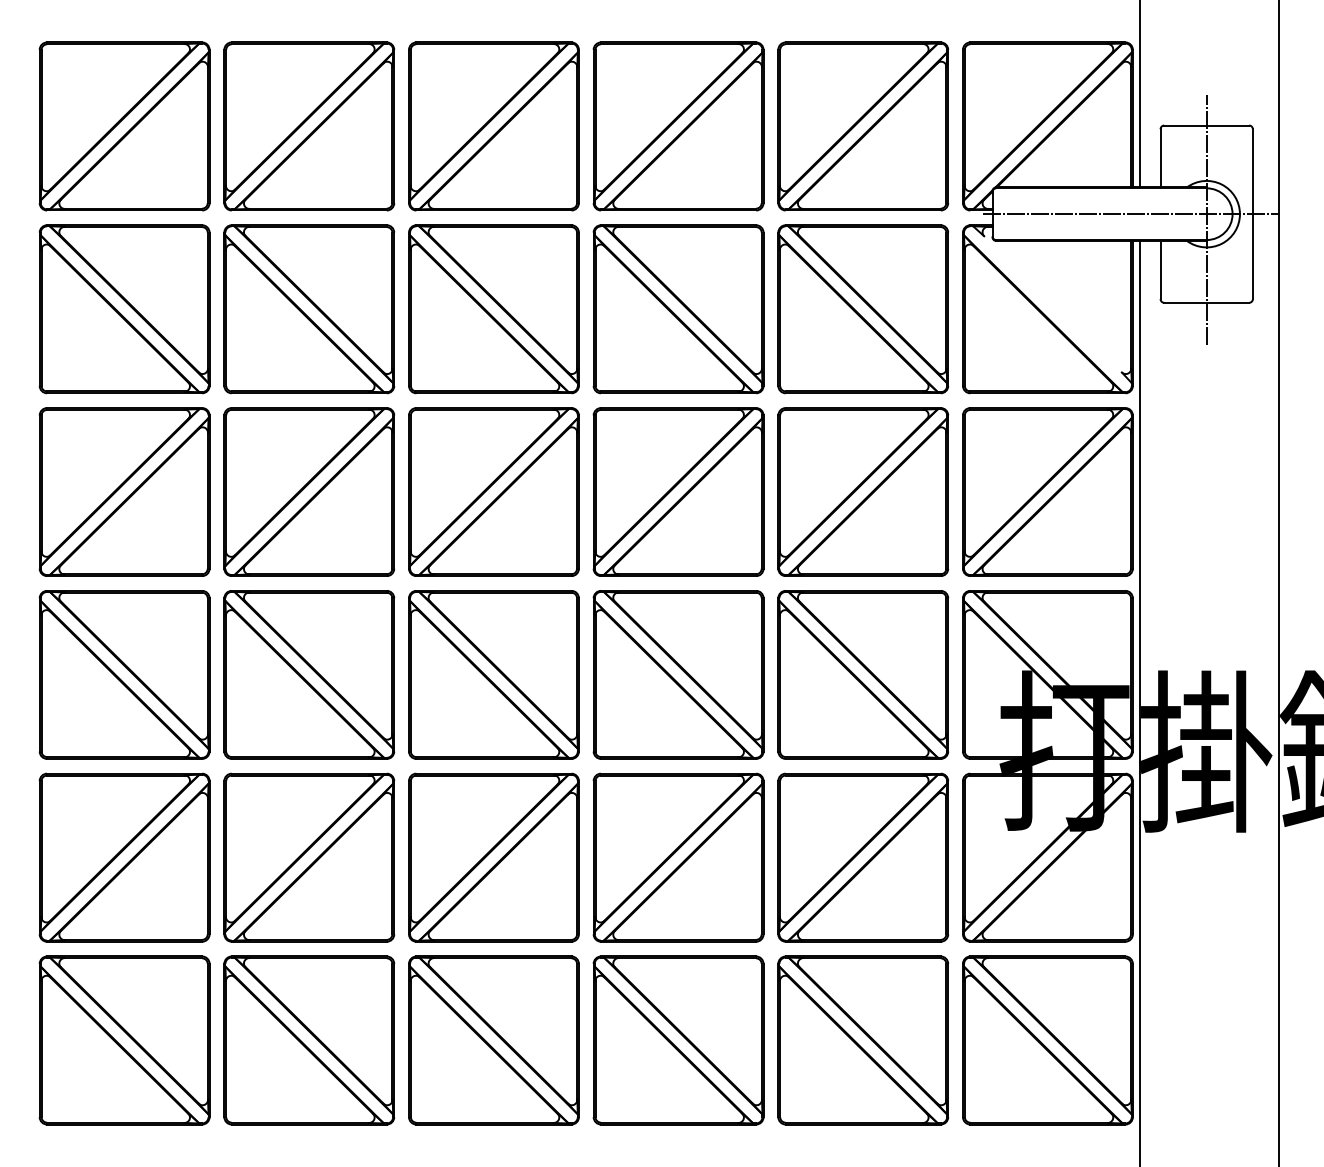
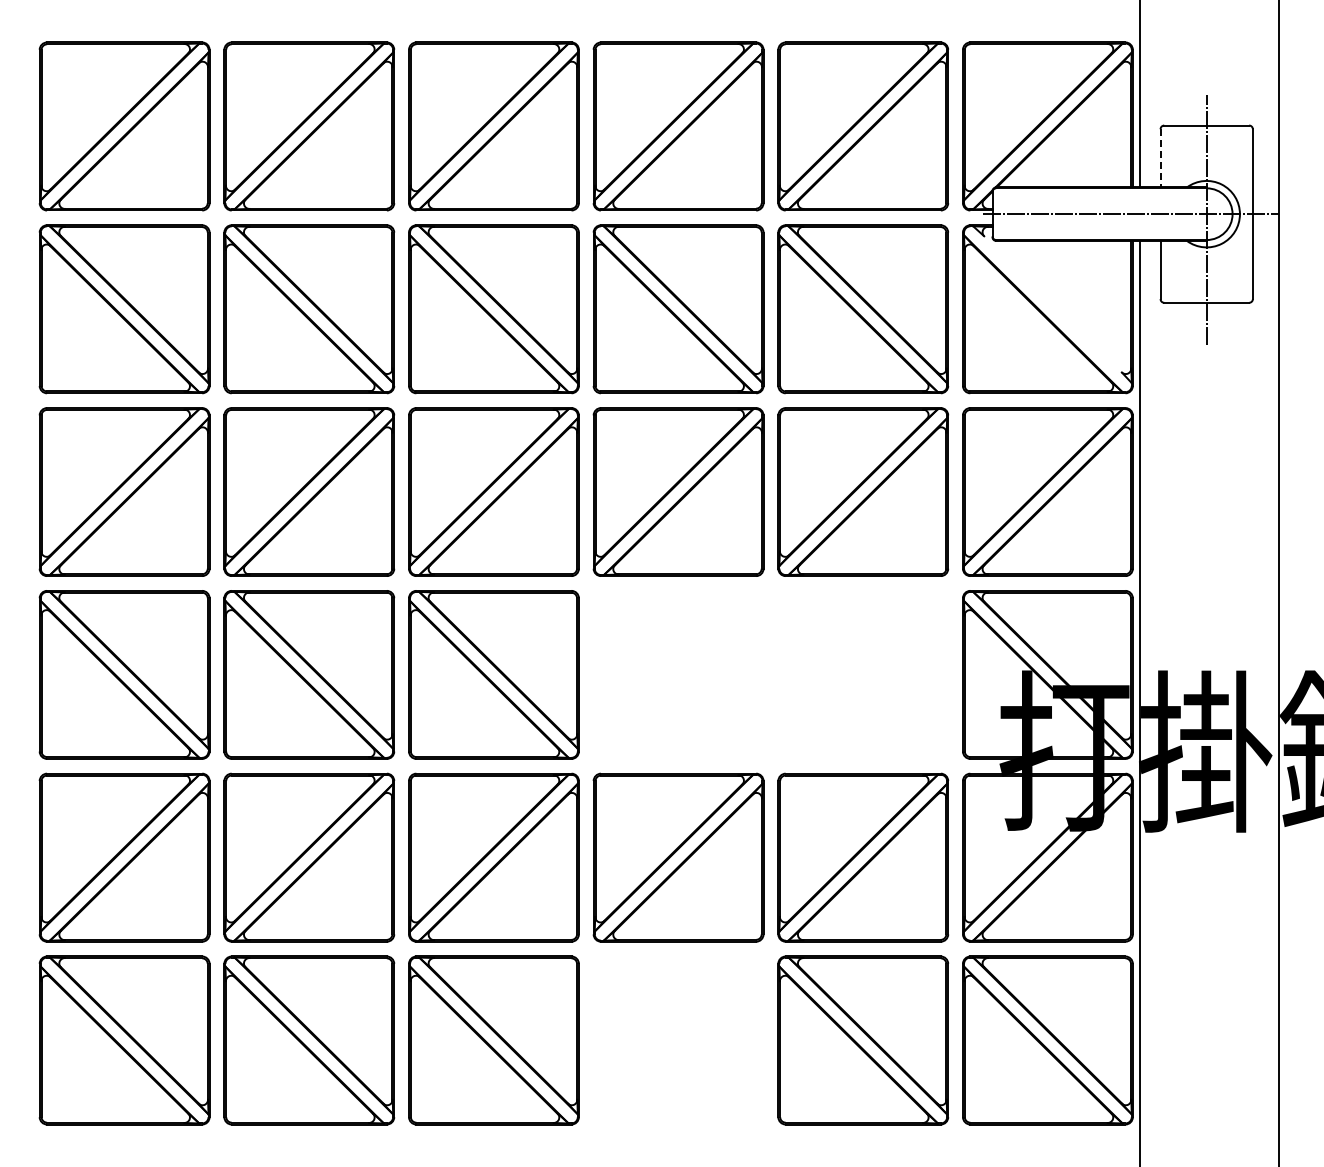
line at (1160, 158): solid -> dashed
part at (678, 674): present -> none
part at (863, 674): present -> none
part at (678, 1040): present -> none
